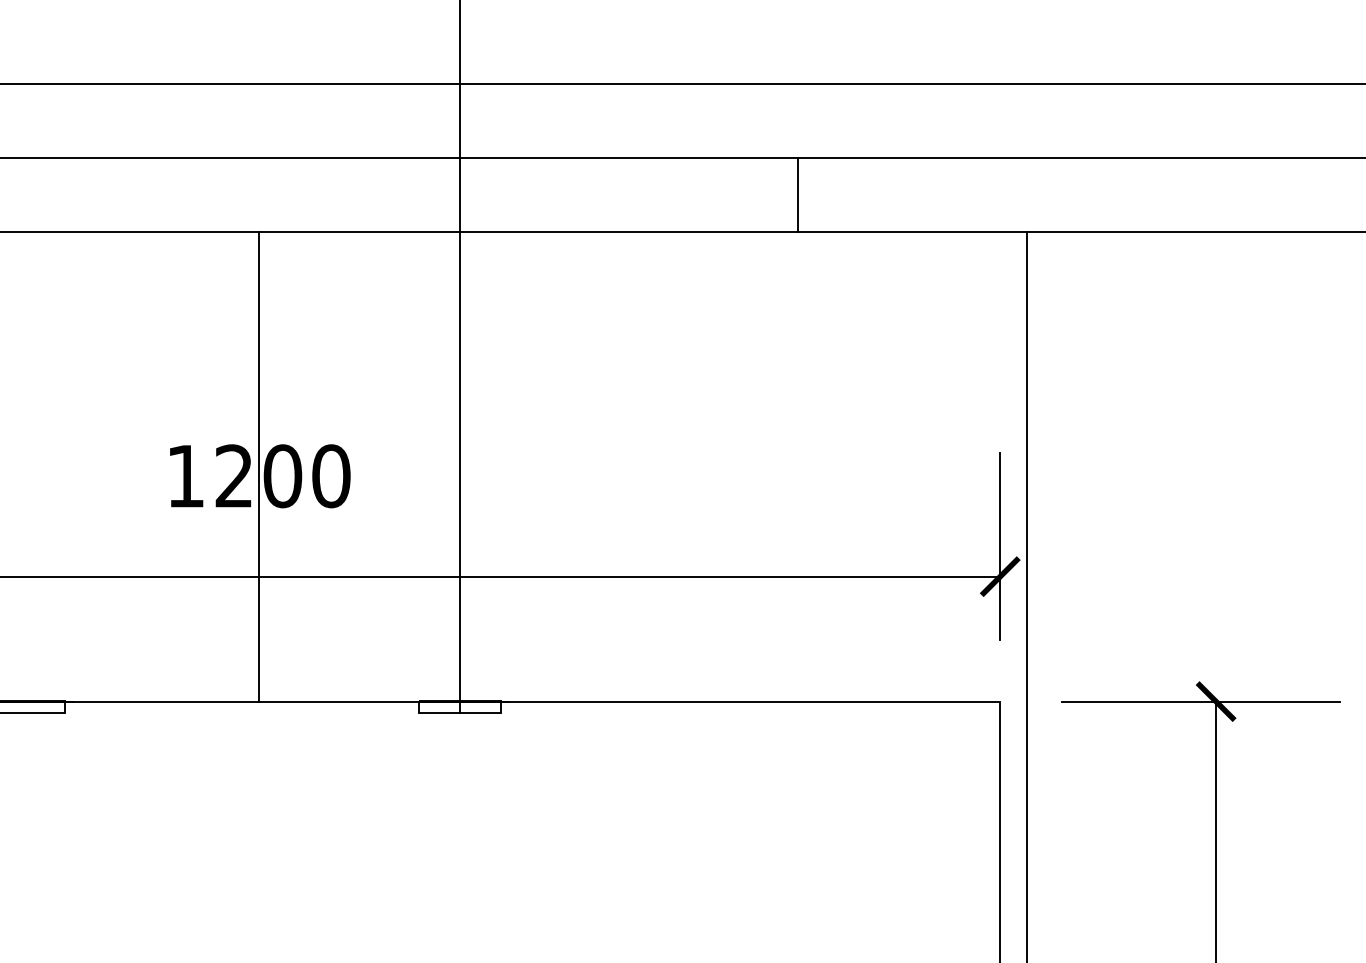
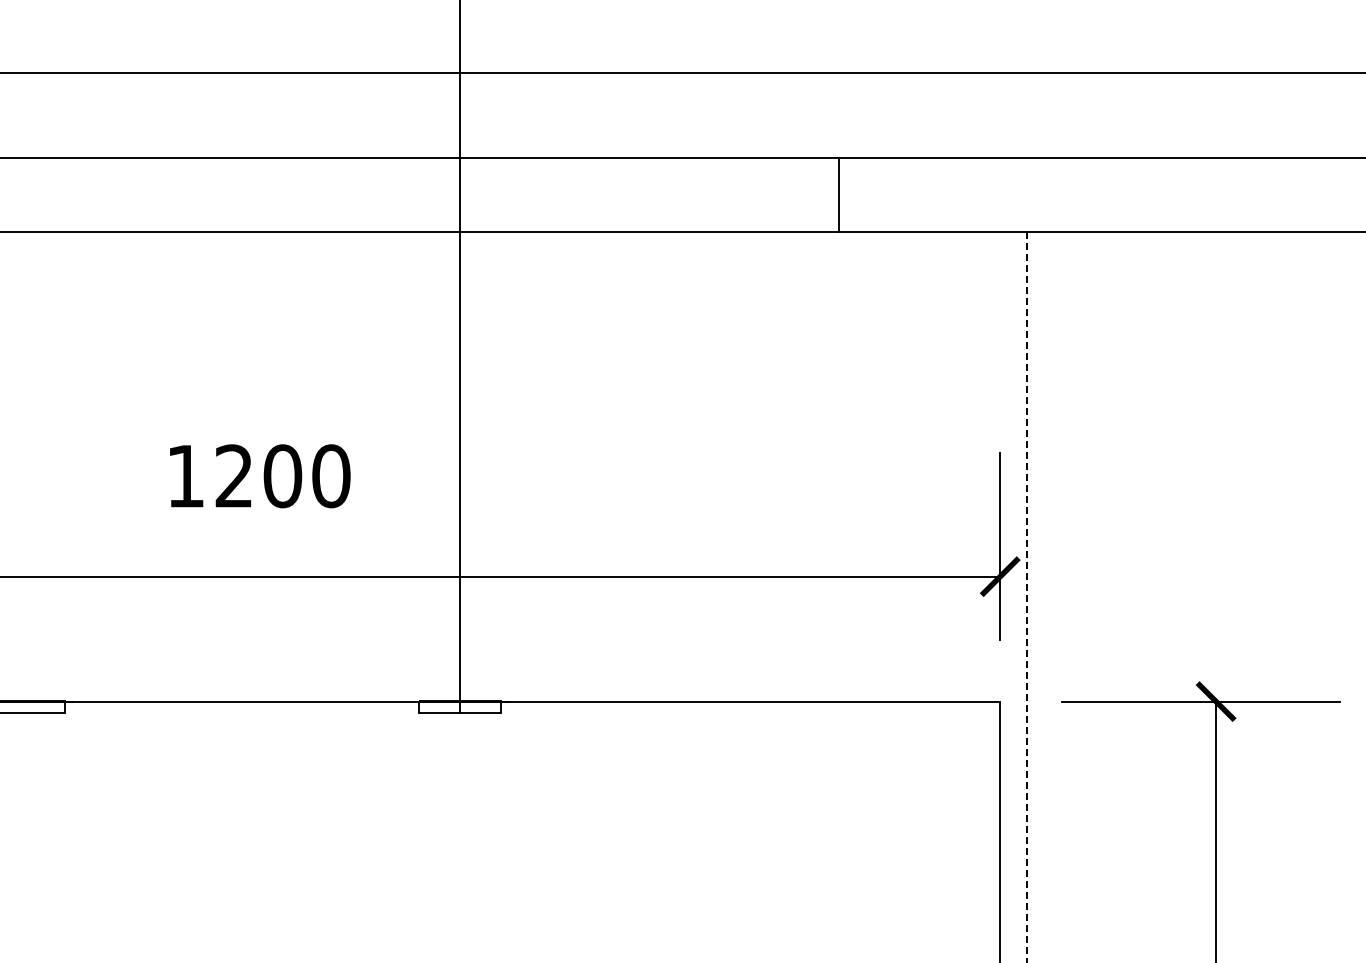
line at (682, 83) position: (682, 83) -> (682, 72)
line at (797, 194) position: (797, 194) -> (838, 194)
line at (258, 466): present -> none
line at (1027, 597): solid -> dashed
